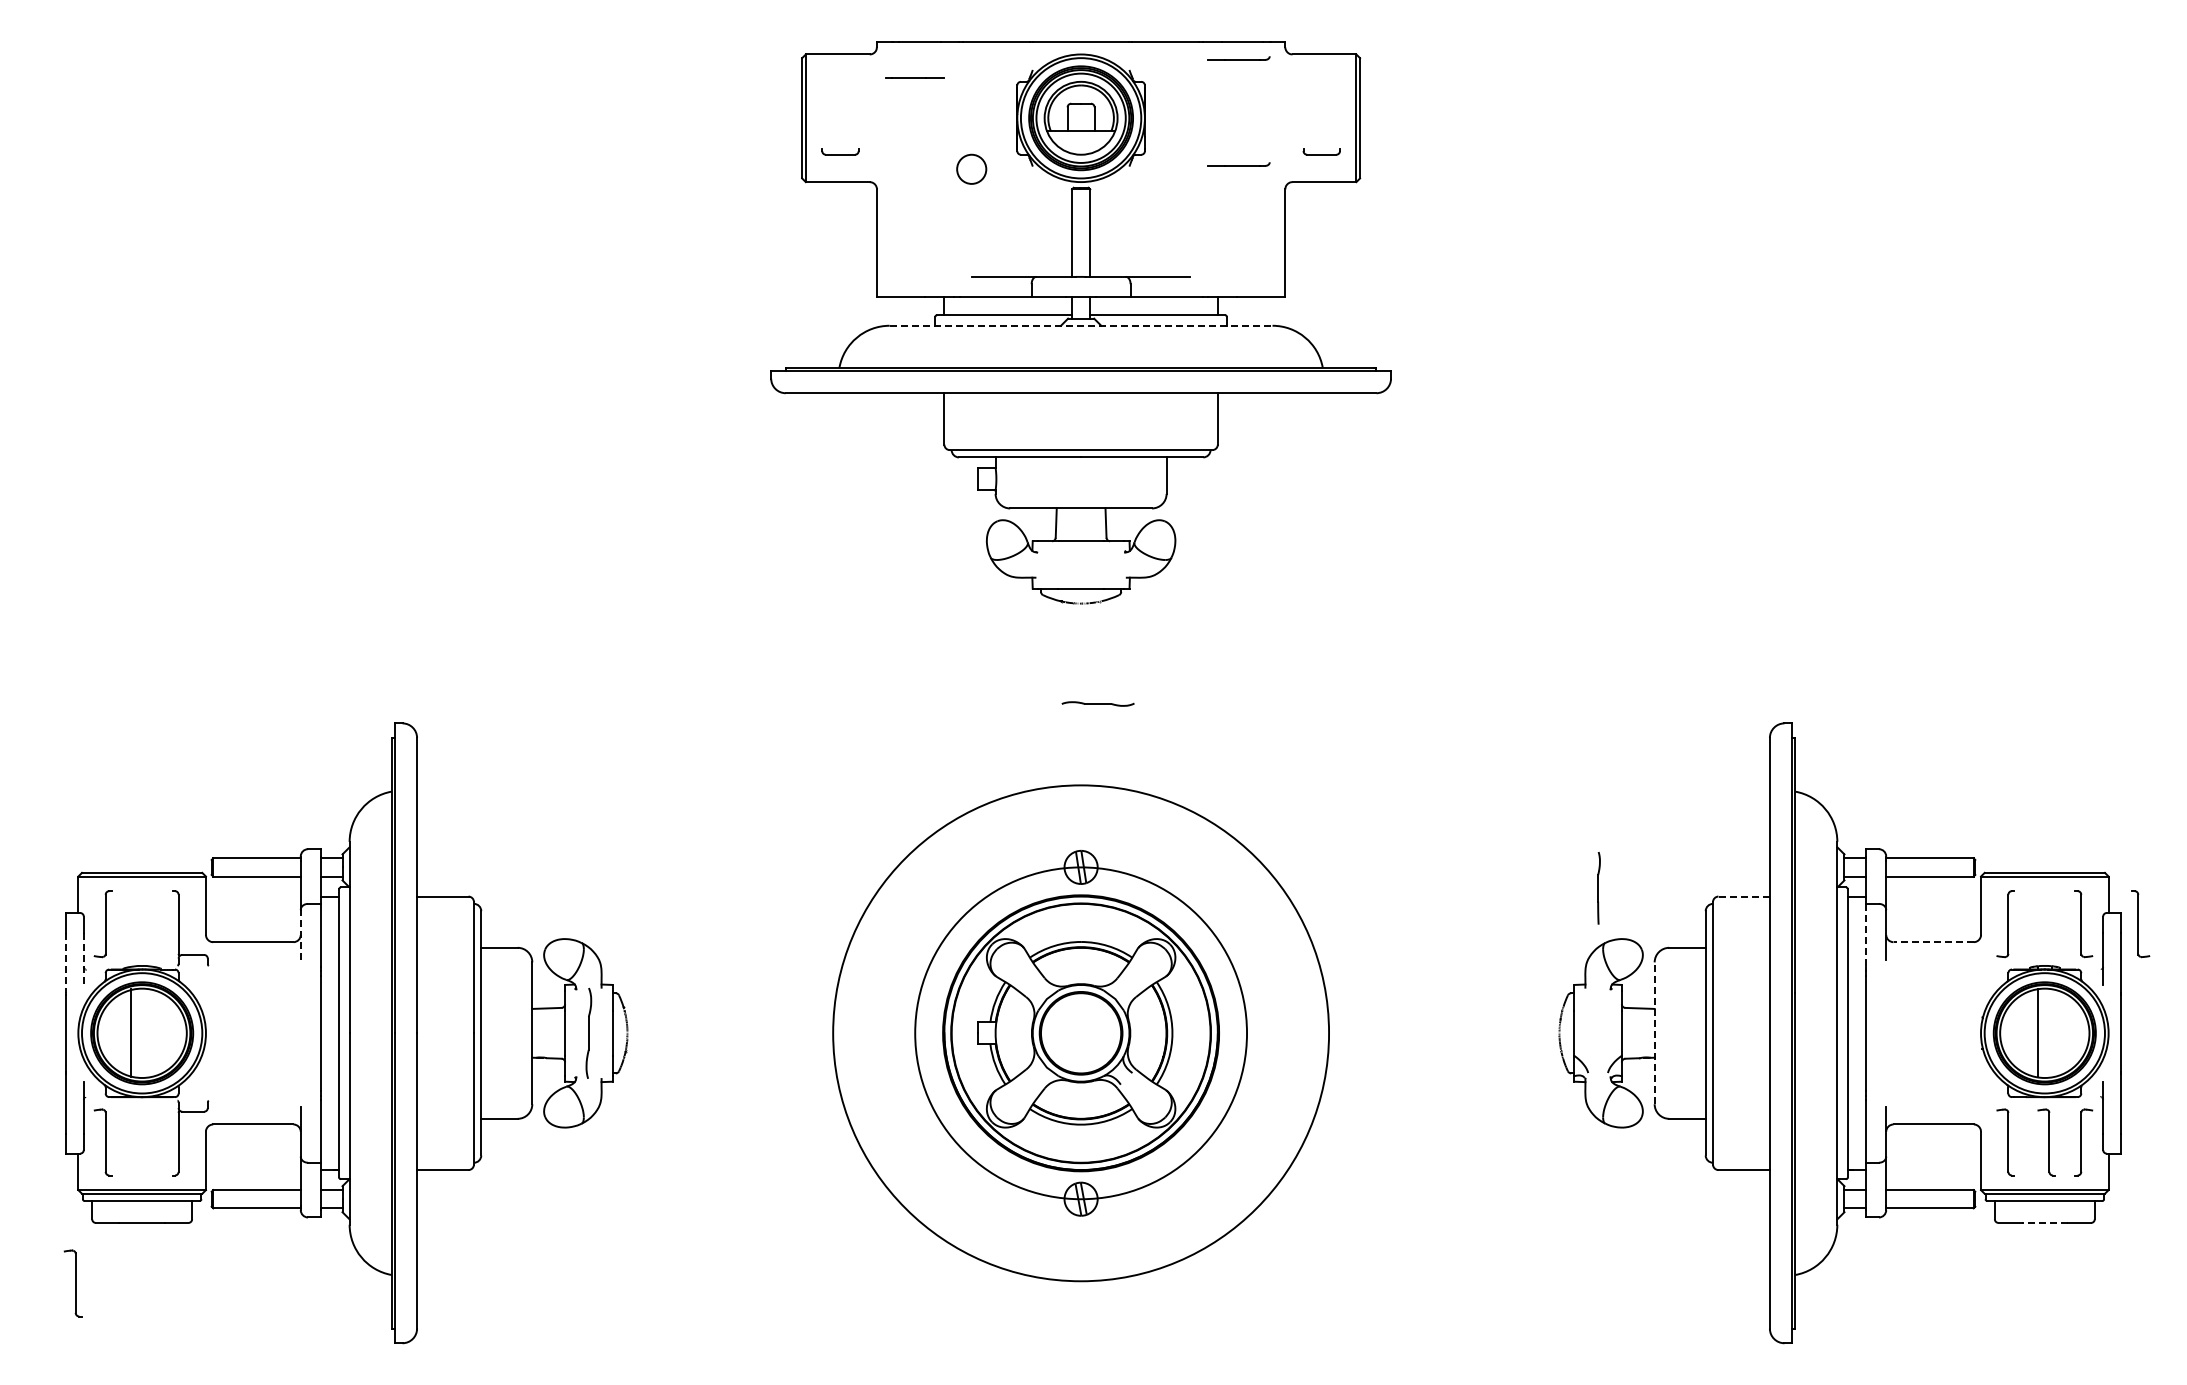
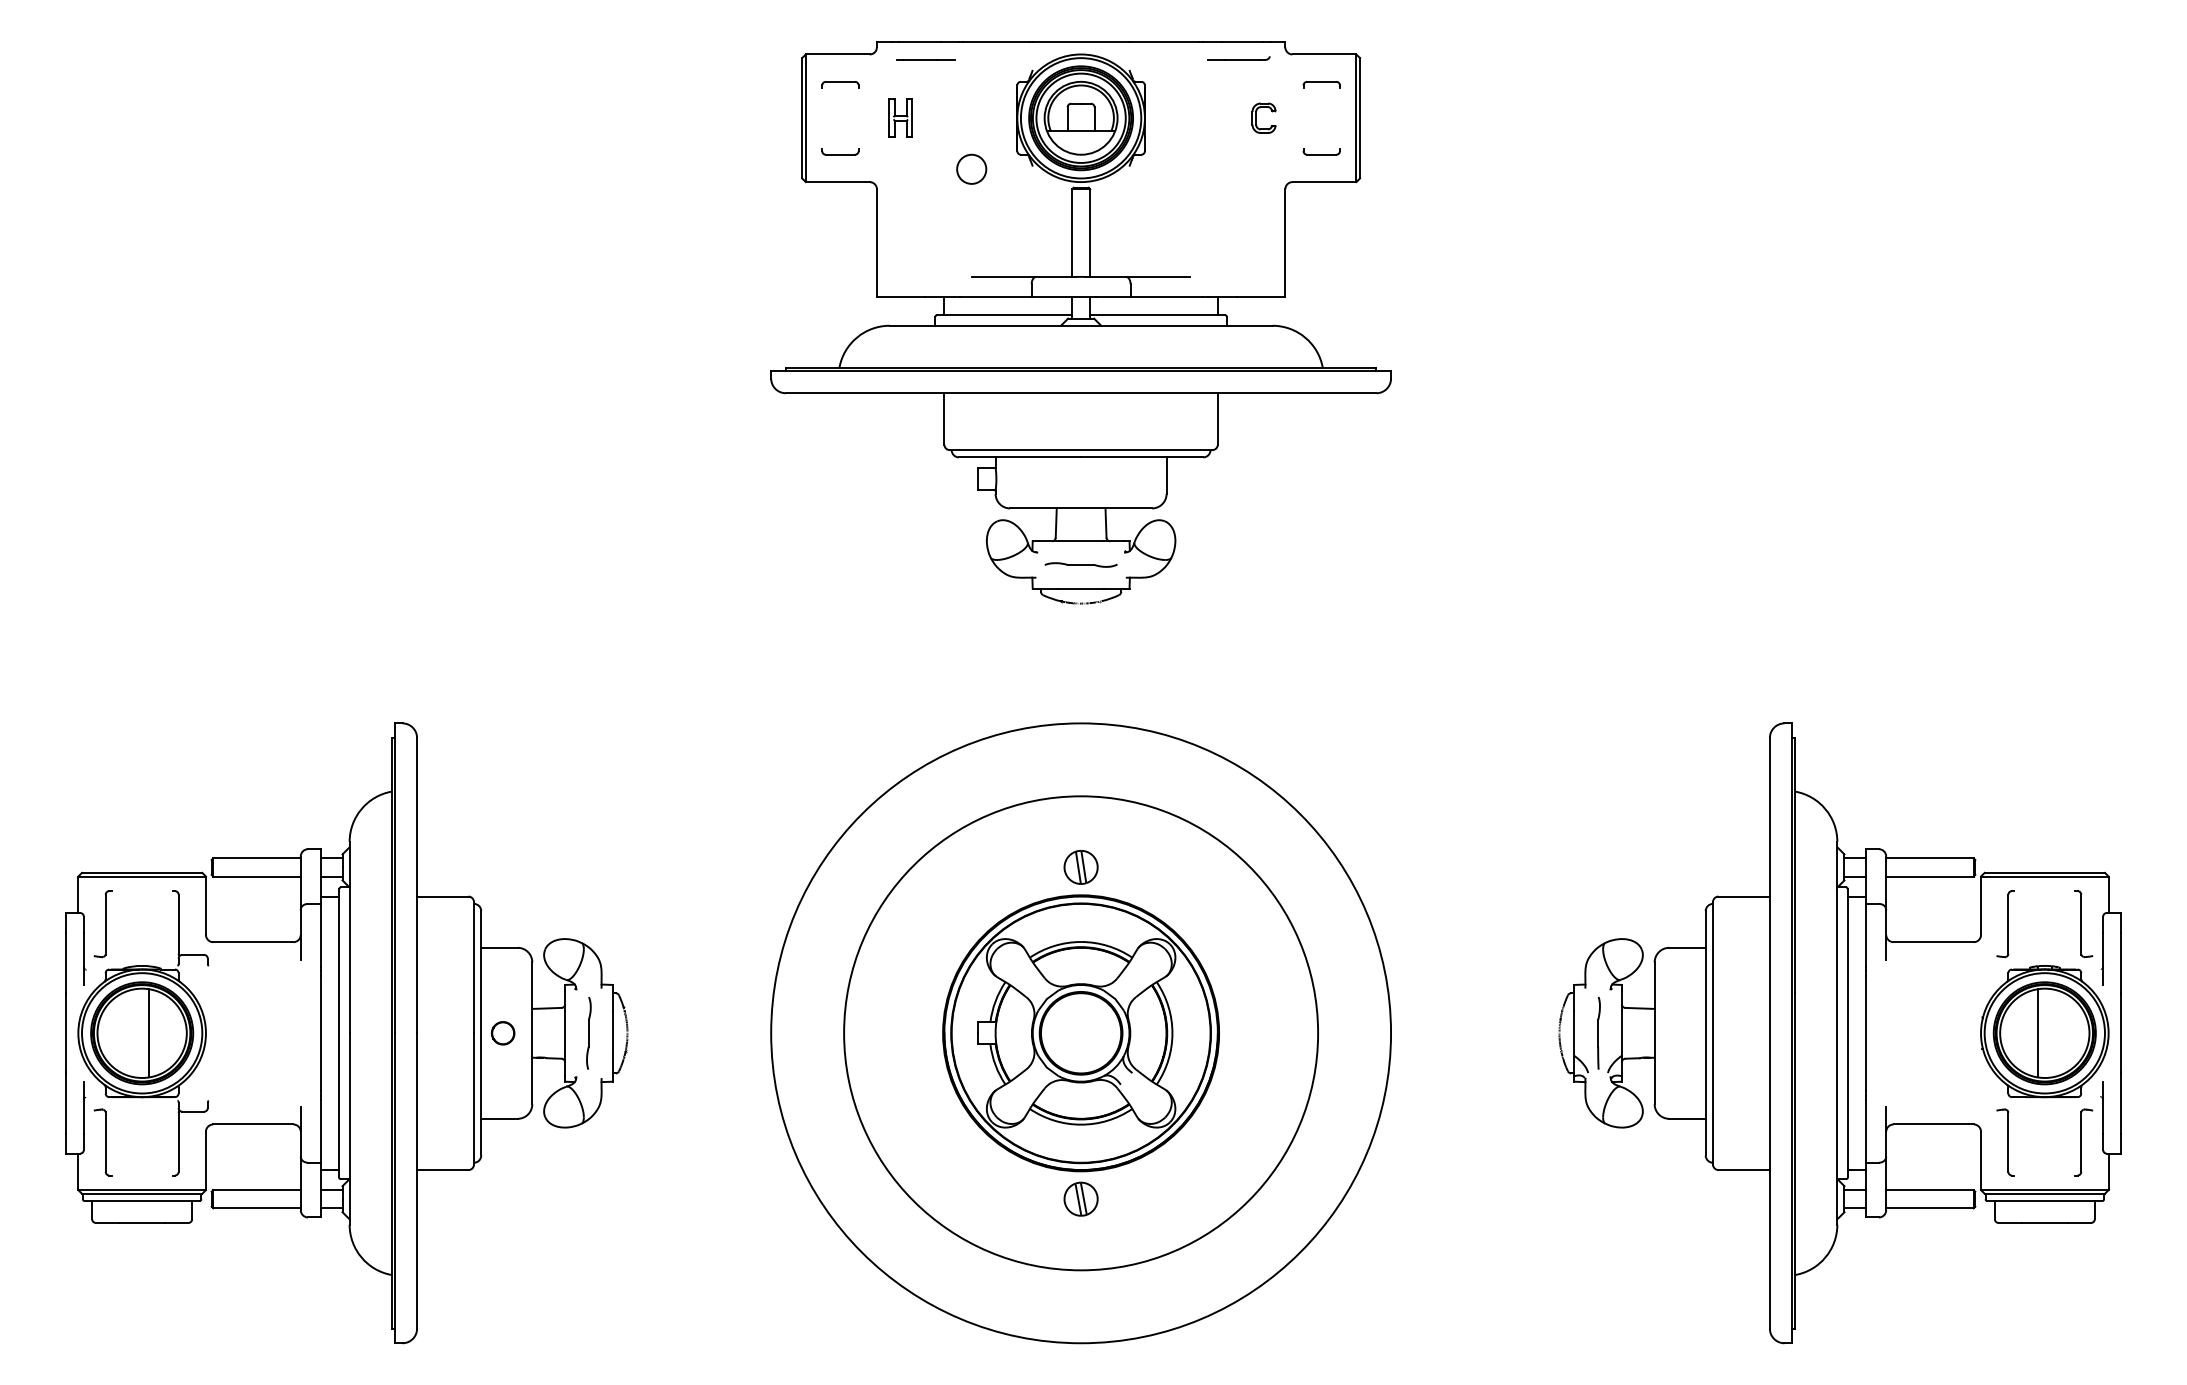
line at (914, 77) position: (914, 77) -> (925, 59)
part at (840, 84): none -> present
part at (1321, 84): none -> present
part at (900, 117): none -> present
part at (1256, 117): none -> present
part at (1238, 164): present -> none
line at (1081, 325): dashed -> solid
part at (1097, 703) position: (1097, 703) -> (1080, 564)
part at (1598, 888) position: (1598, 888) -> (1598, 1033)
line at (1744, 896): dashed -> solid
part at (2140, 924): present -> none
line at (300, 934): dashed -> solid
line at (1866, 935): dashed -> solid
line at (1933, 942): dashed -> solid
line at (83, 958): dashed -> solid
line at (65, 963): dashed -> solid
line at (131, 1033) position: (131, 1033) -> (149, 1033)
part at (502, 1033): none -> present
part at (588, 1033) size: 8x91 px -> 6x74 px
circle at (1081, 1033) diameter: 332 px -> 474 px
circle at (1081, 1033) diameter: 496 px -> 620 px
line at (1654, 1033): dashed -> solid
part at (2046, 1142): present -> none
line at (2044, 1222): dashed -> solid
part at (72, 1283): present -> none
